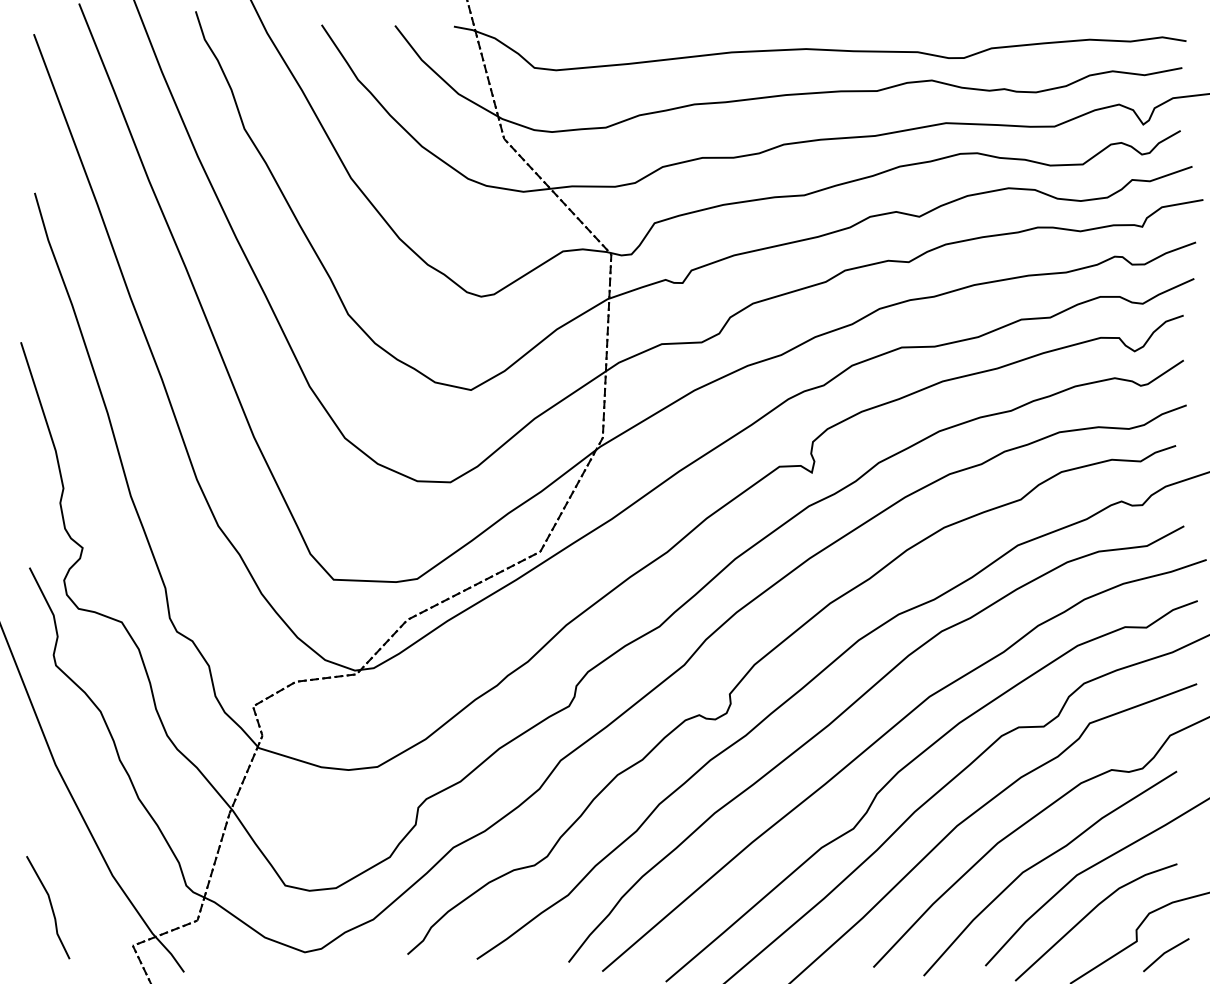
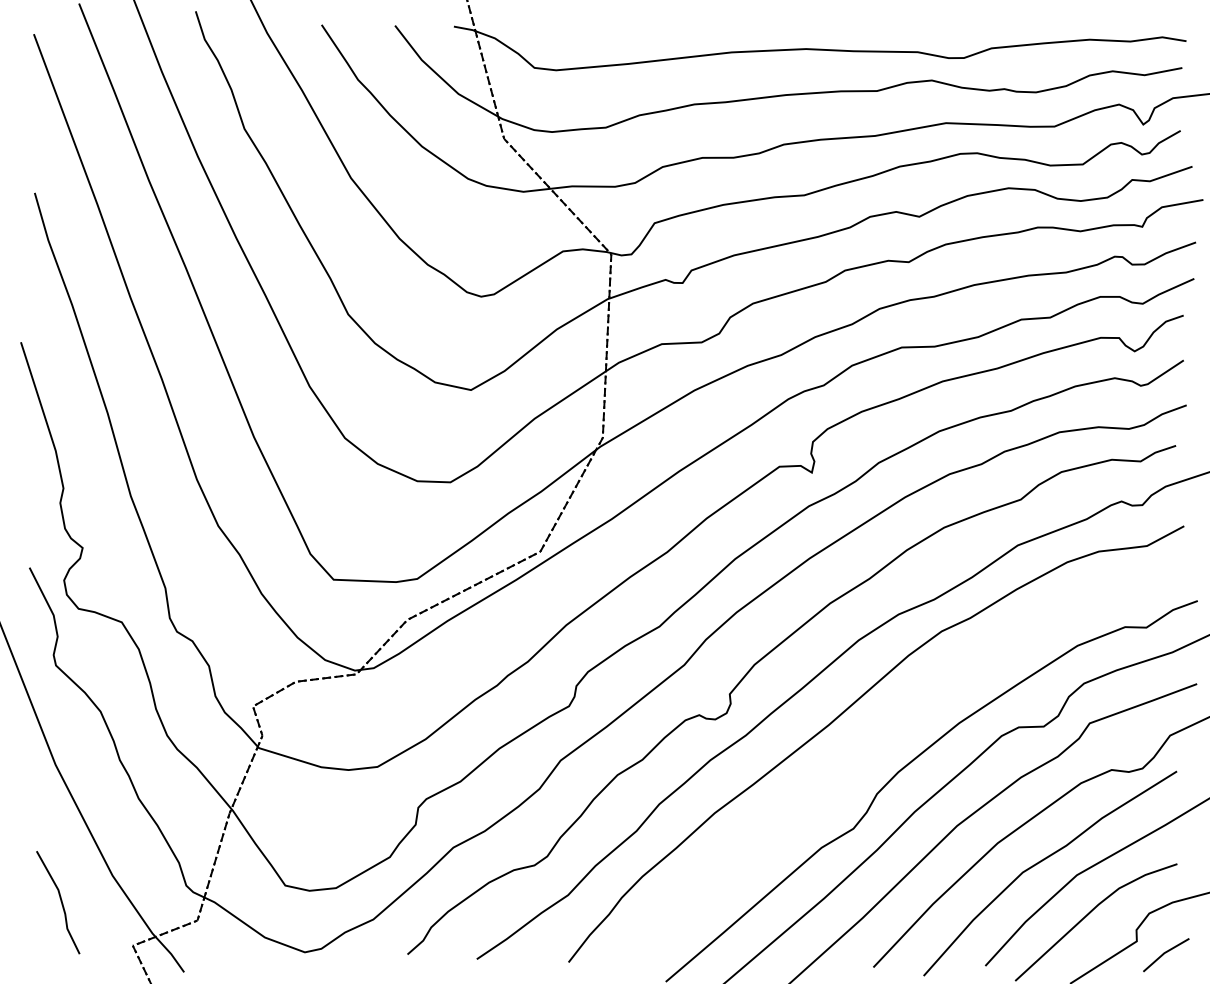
curve at (880, 739): present -> none
line at (50, 906) position: (50, 906) -> (60, 901)
